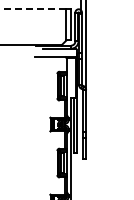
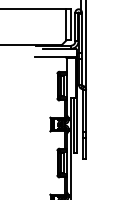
line at (33, 9): dashed -> solid
